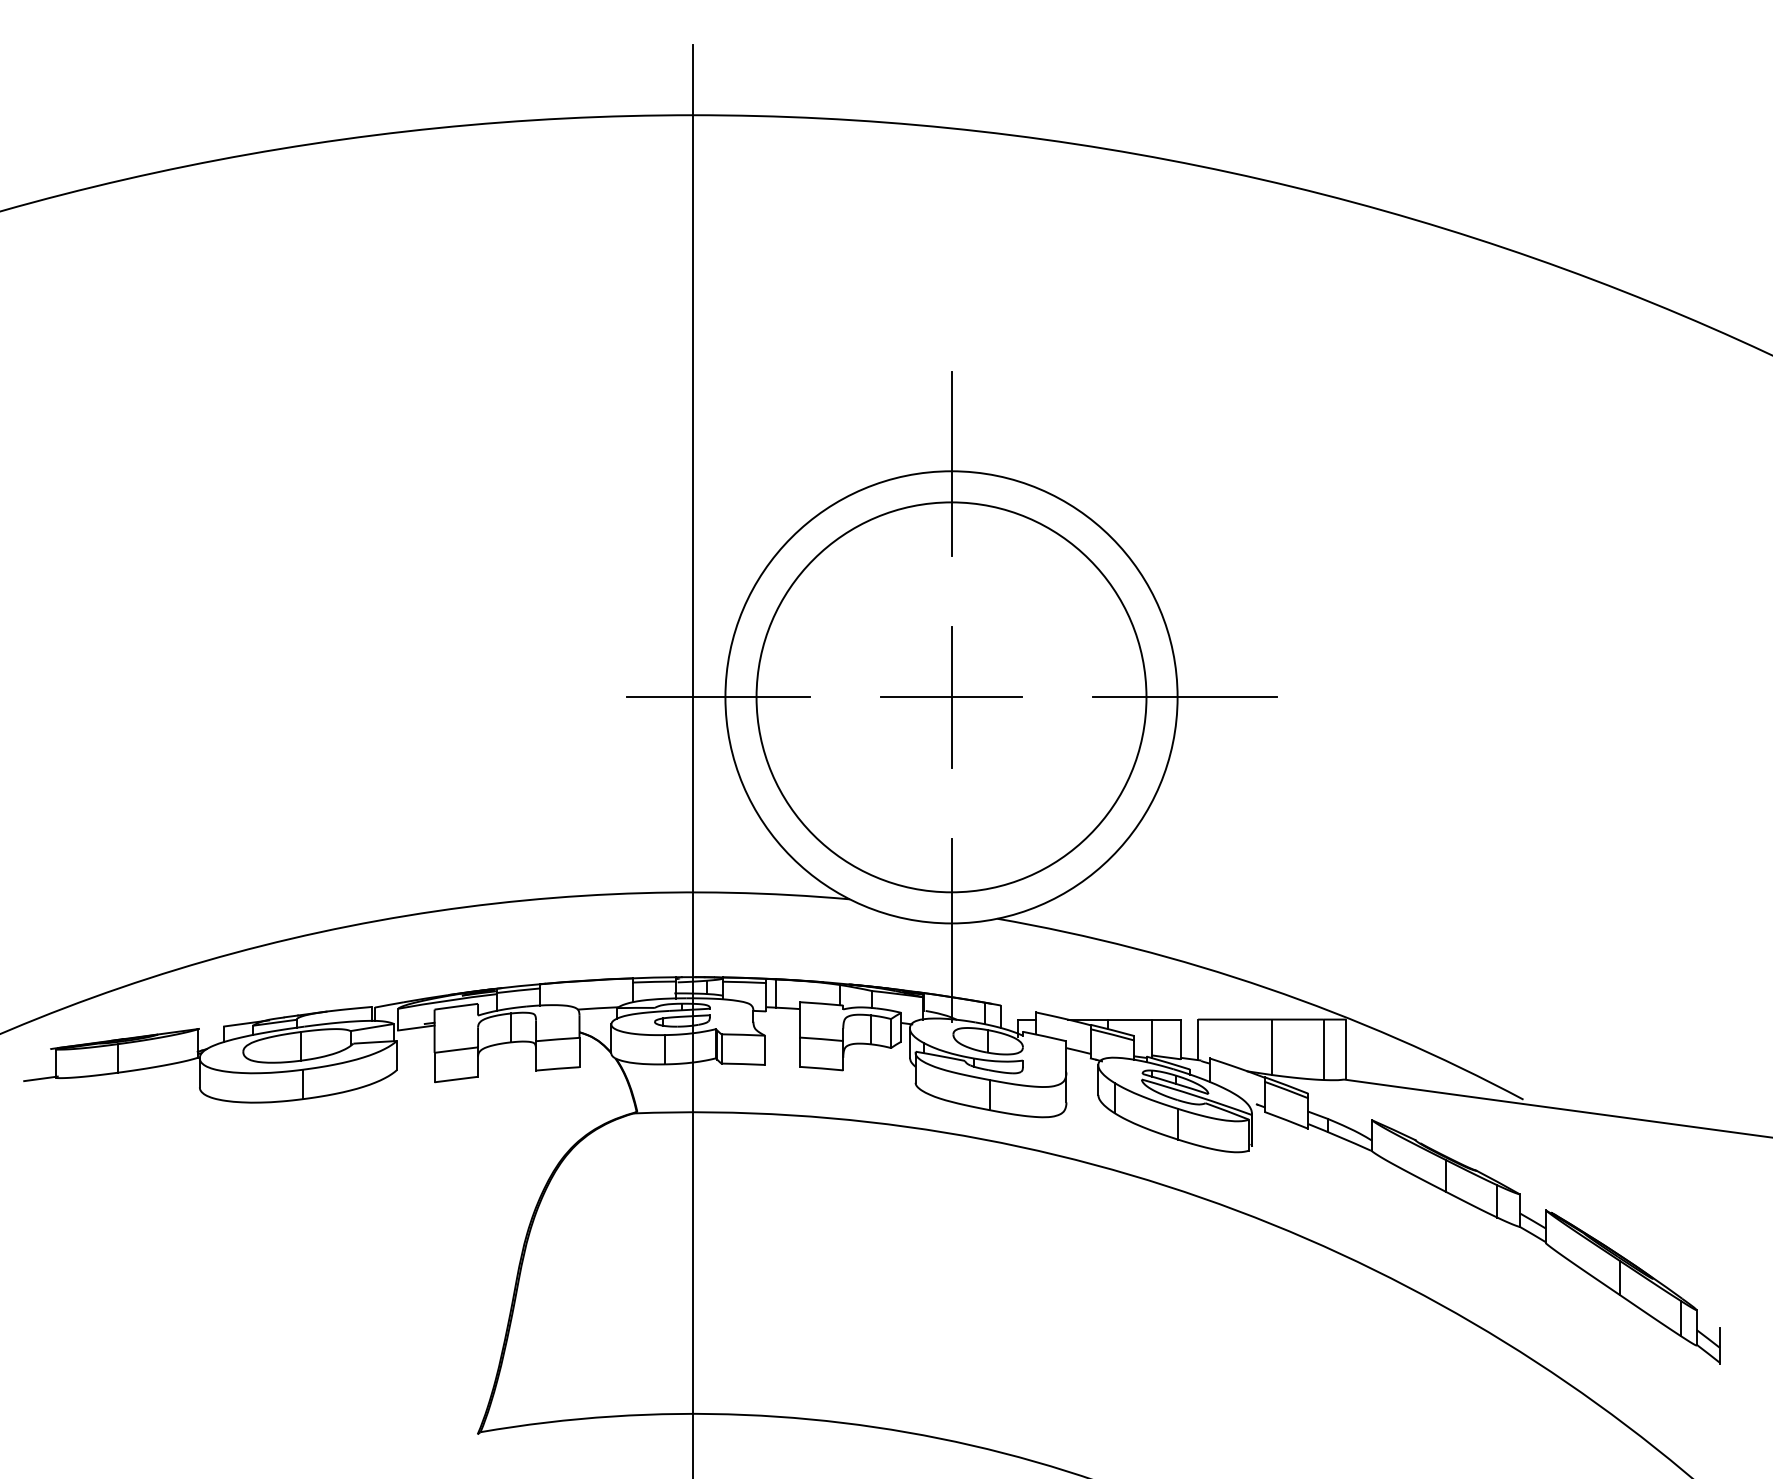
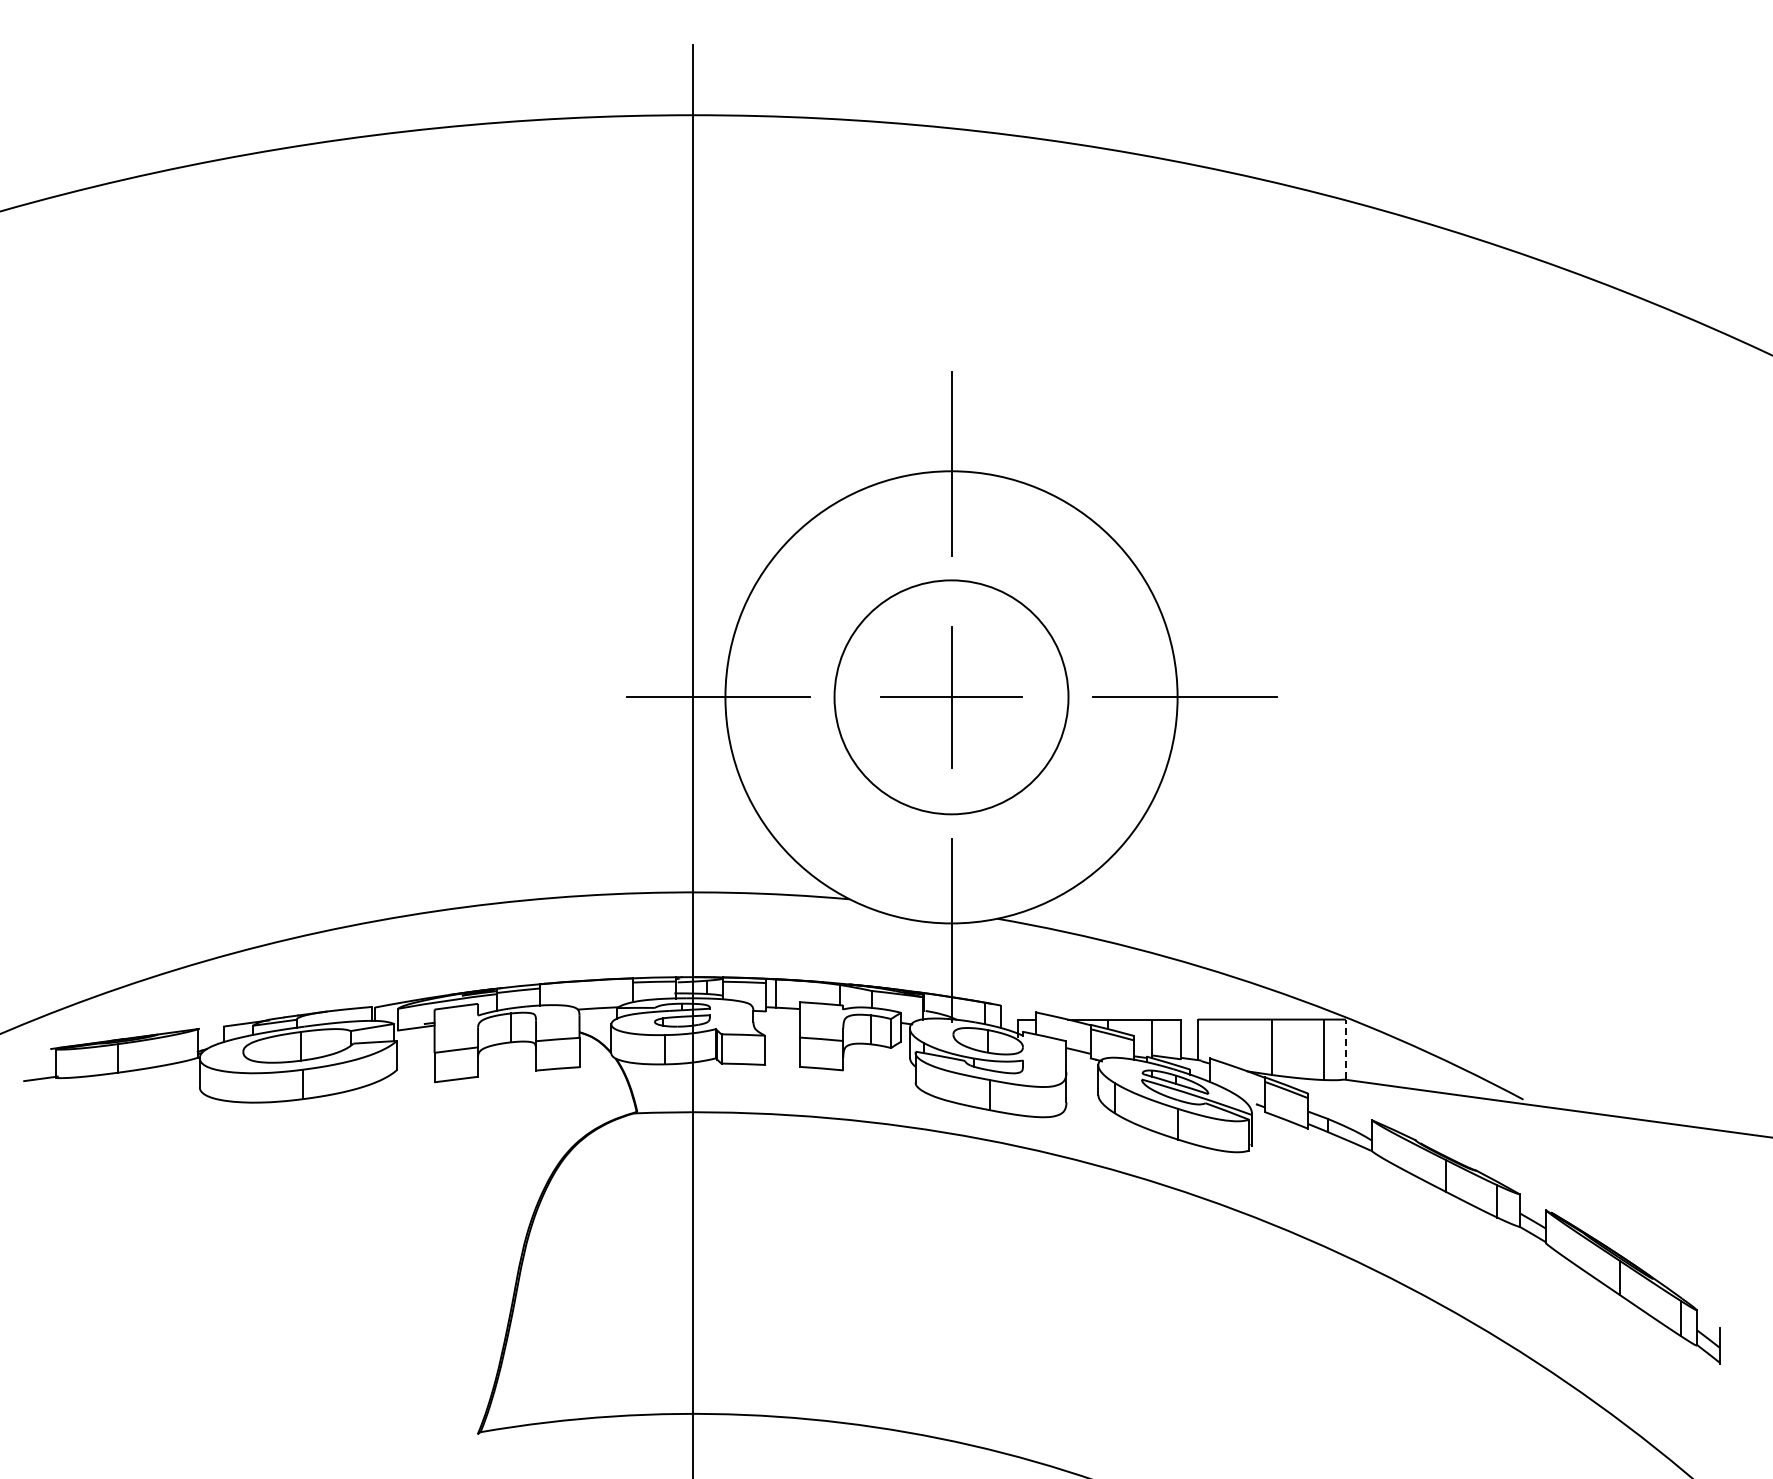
circle at (951, 697) diameter: 390 px -> 234 px
line at (1345, 1049): solid -> dashed
